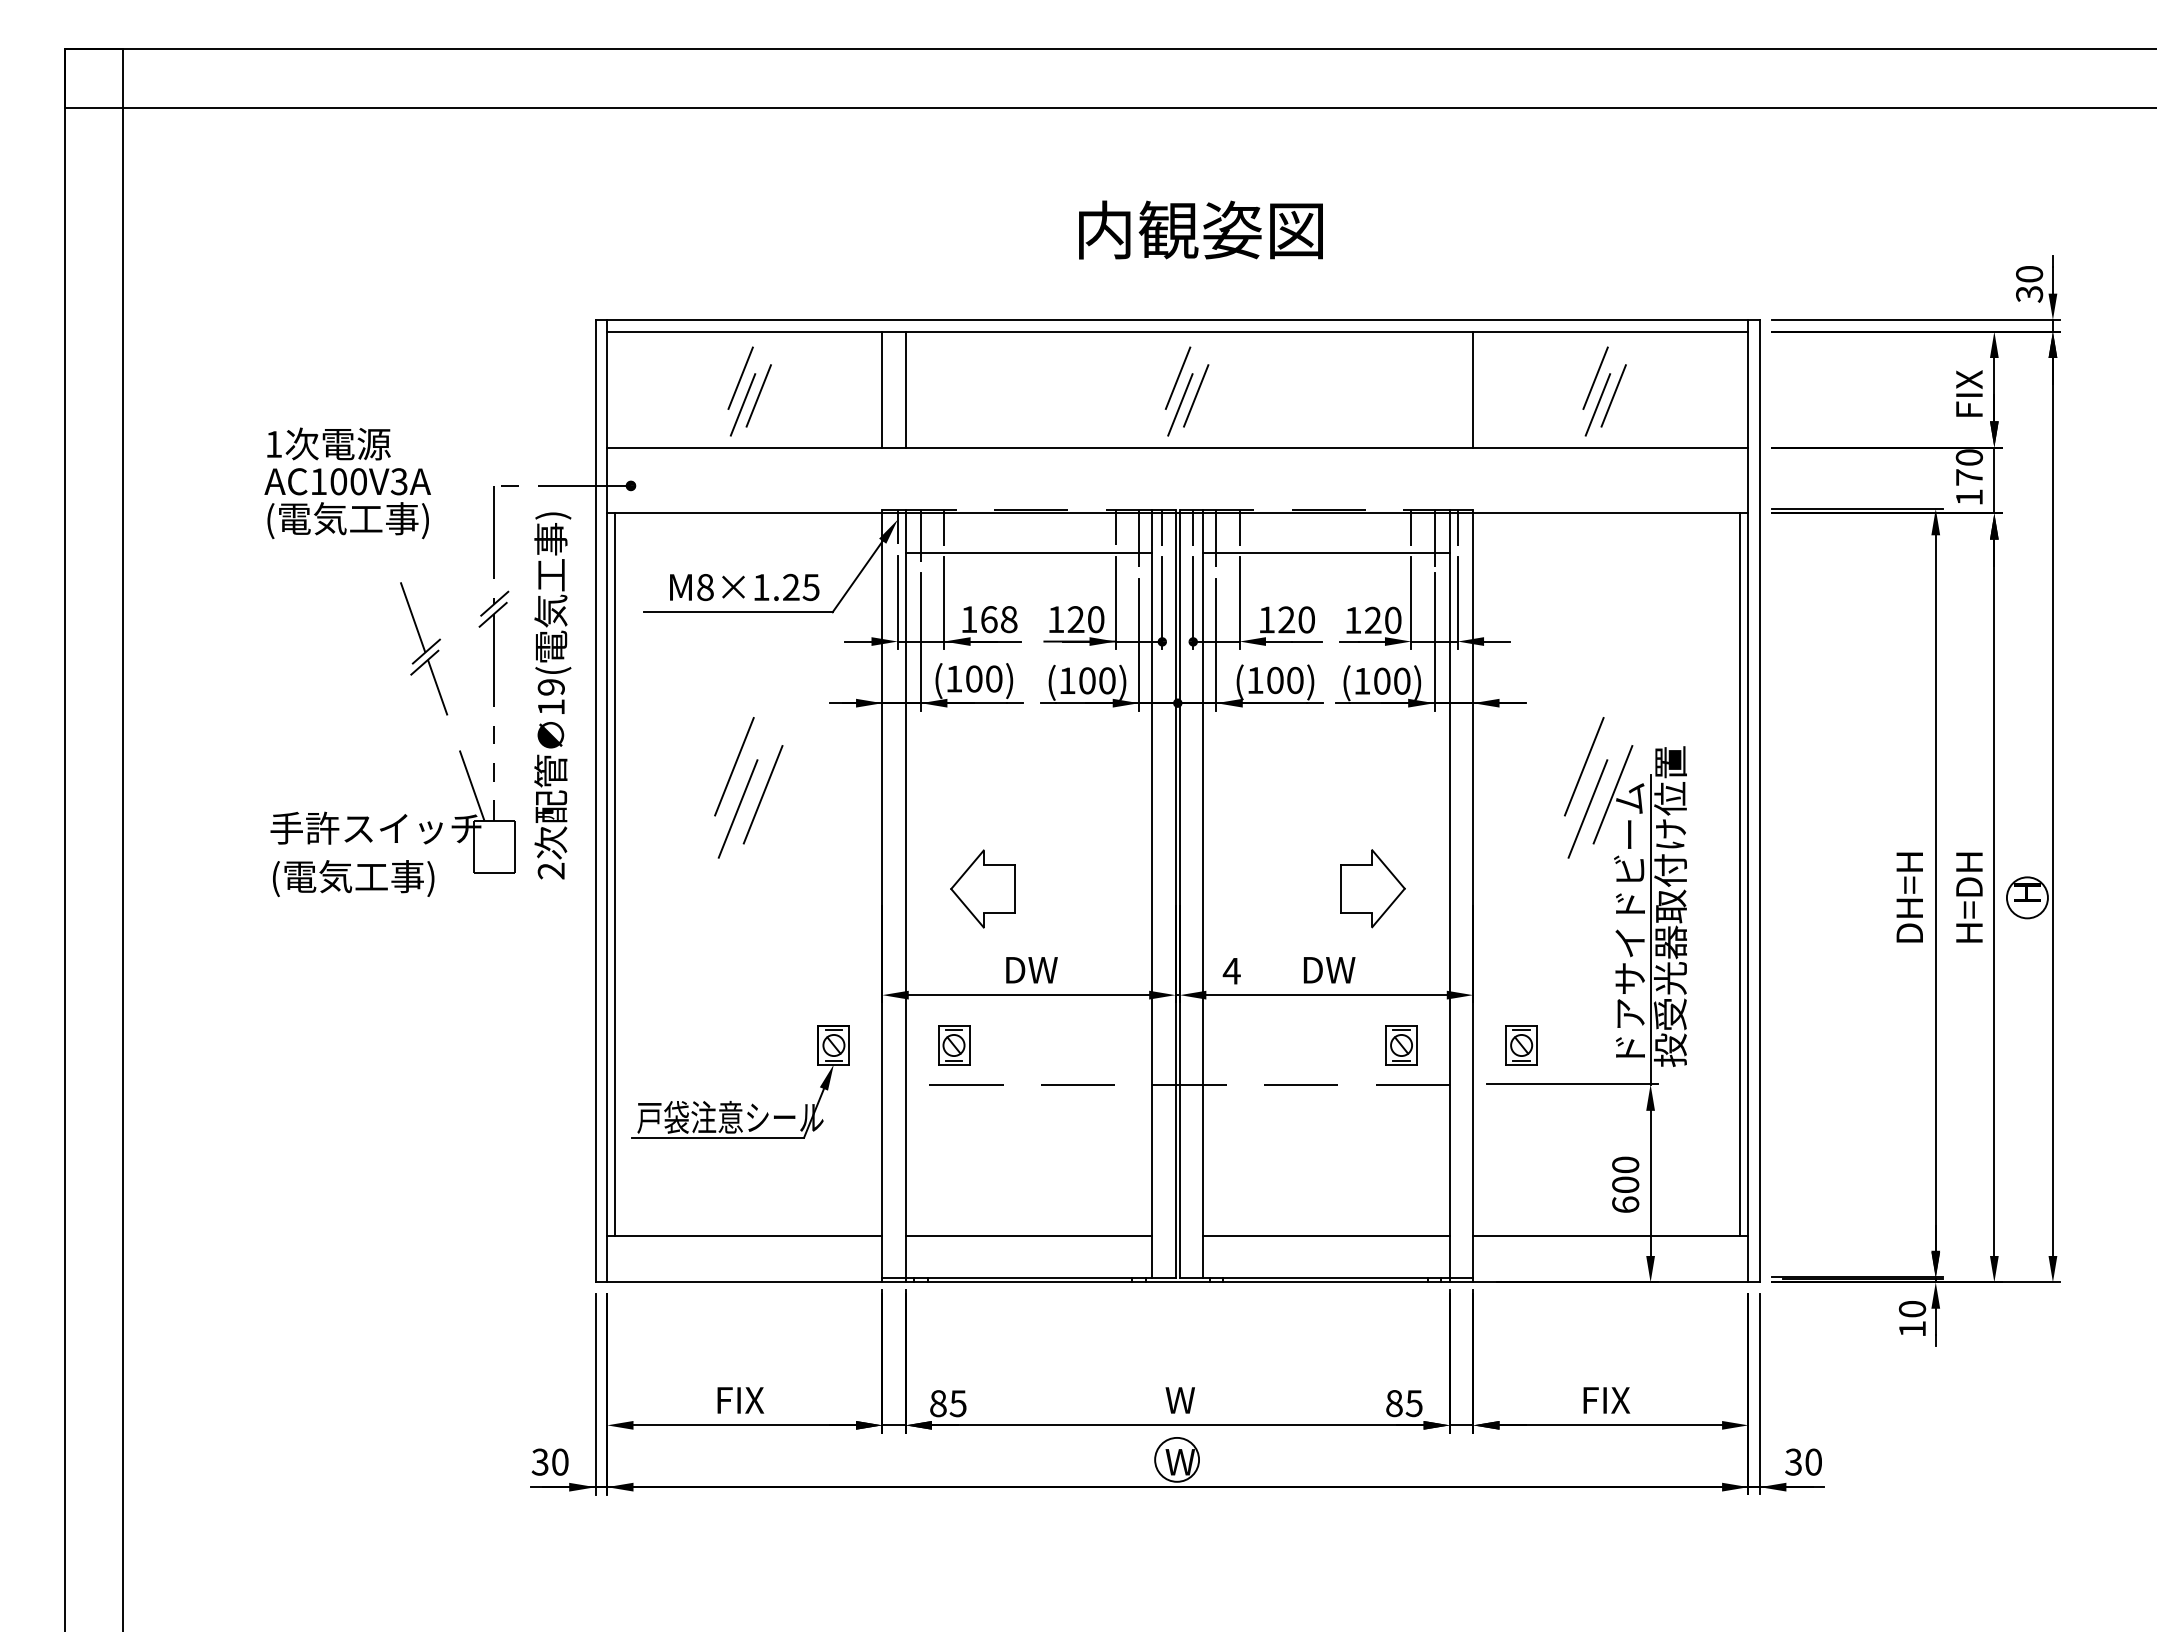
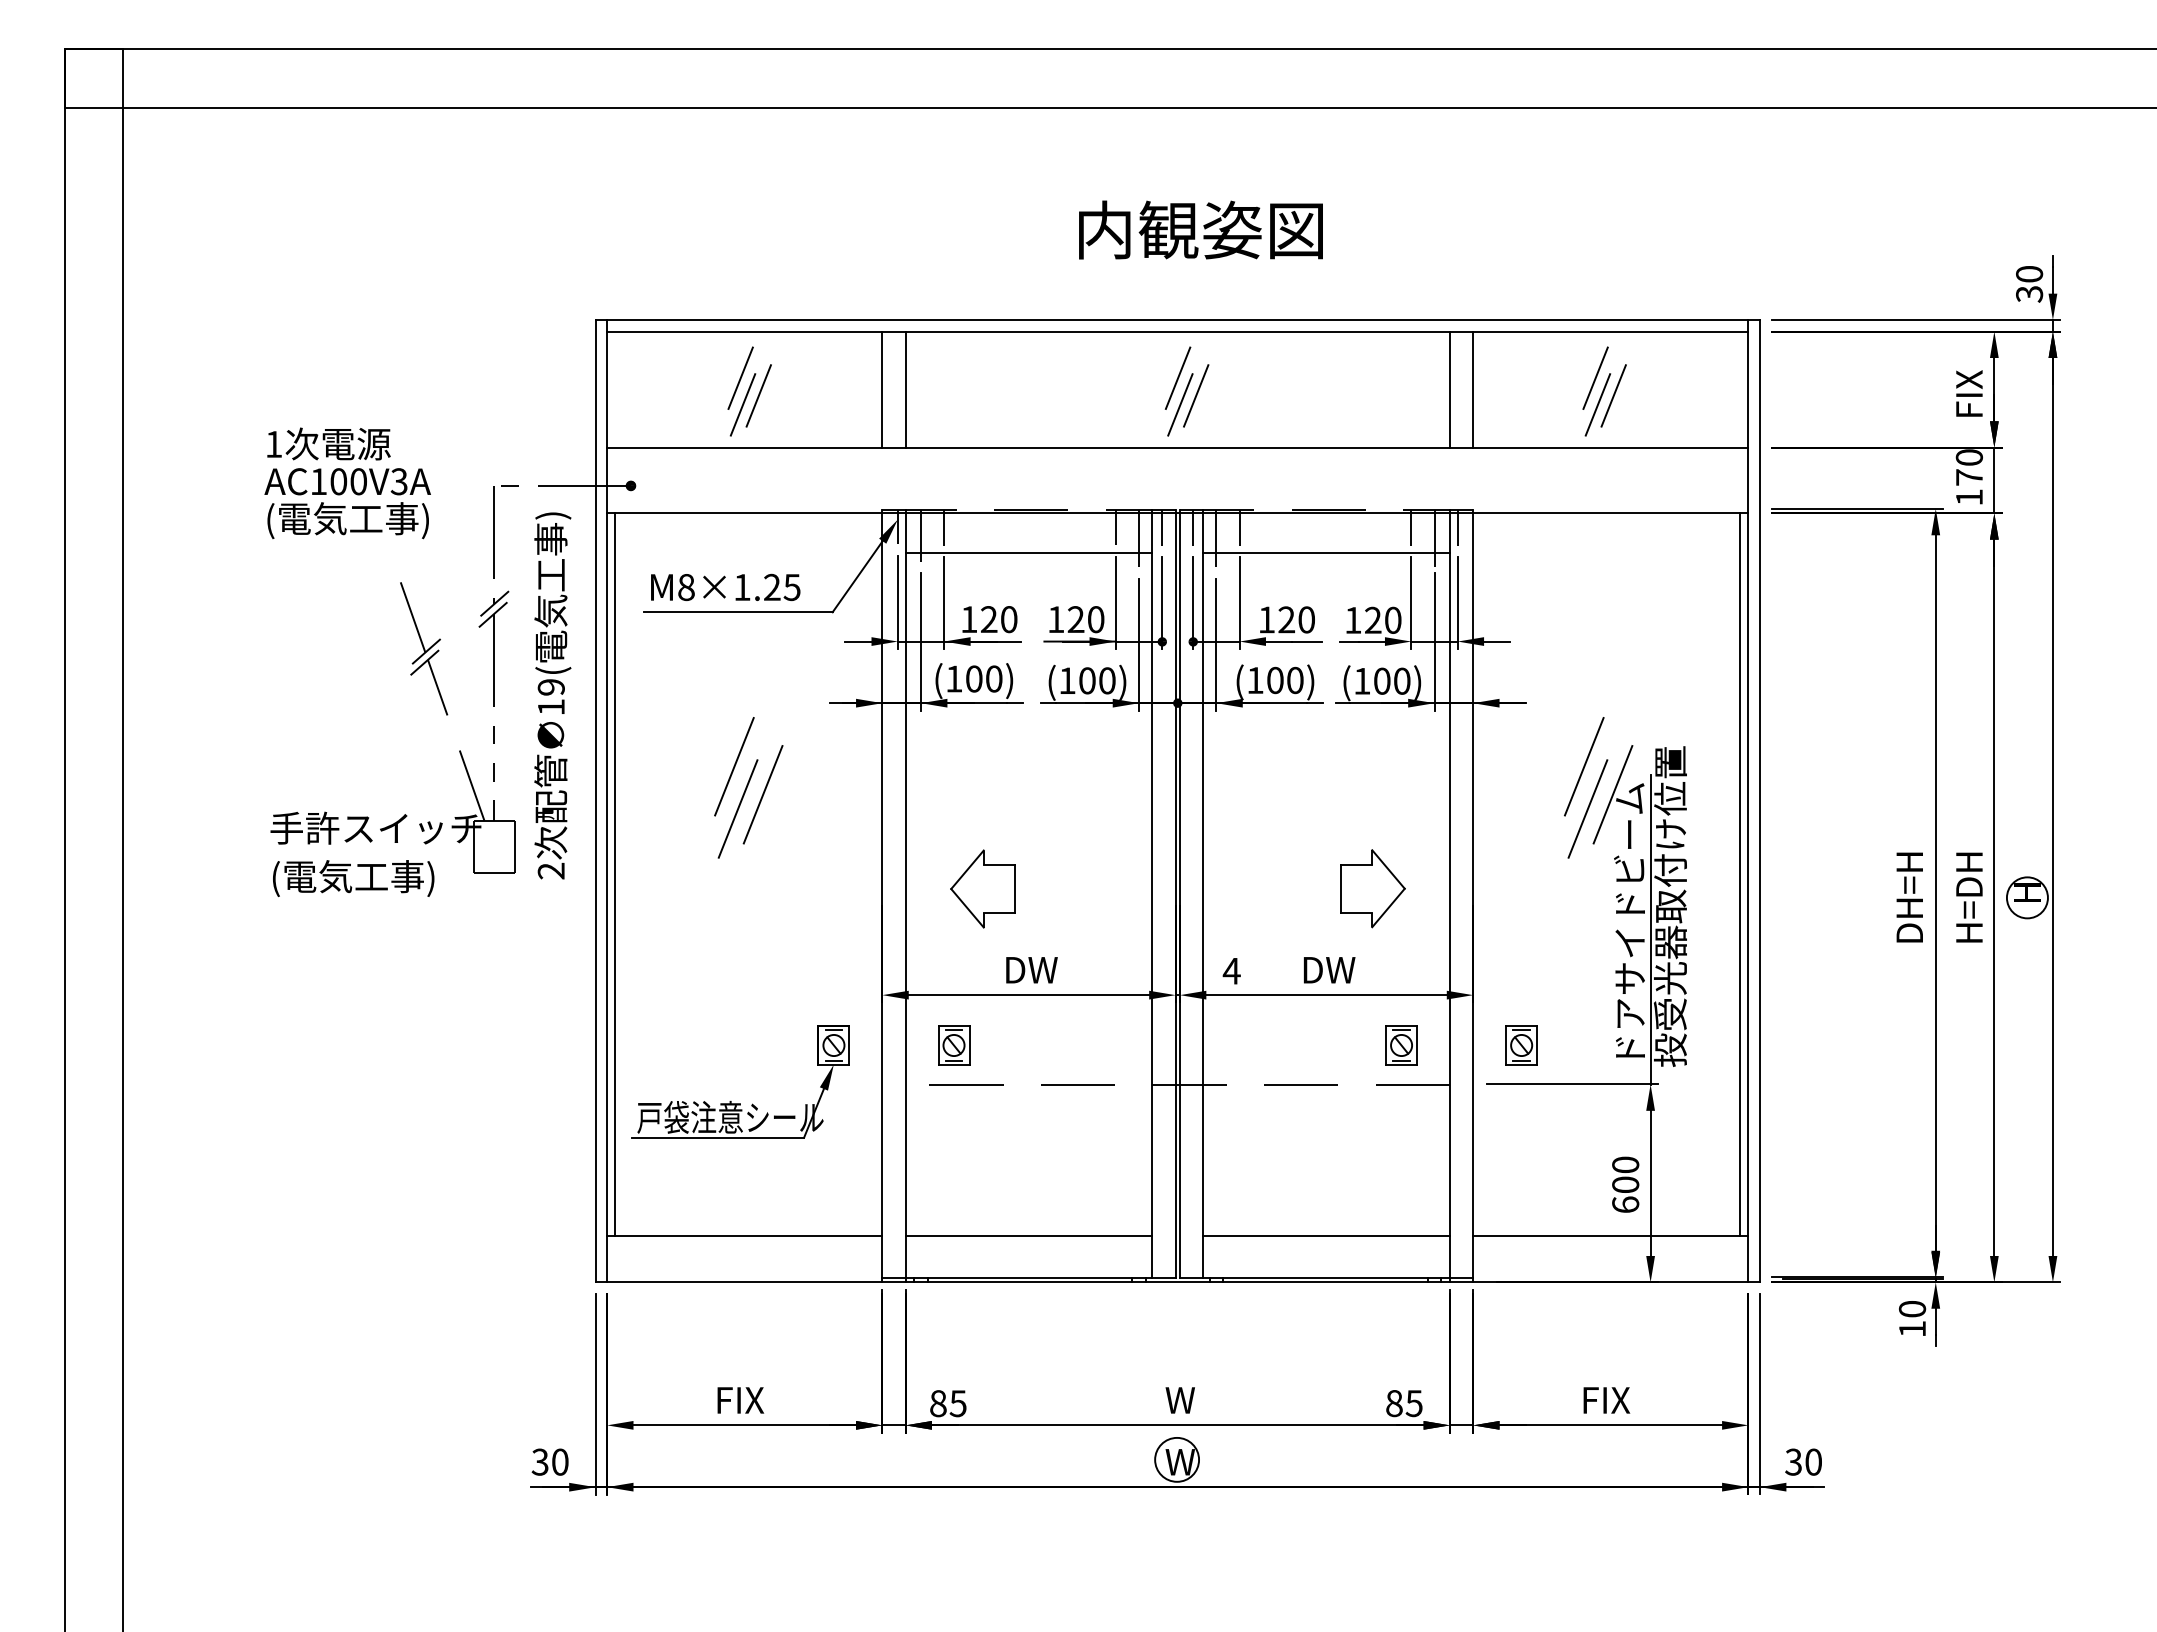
line at (1449, 389): none -> present
text at (744, 586) position: (744, 586) -> (725, 586)
text at (999, 619): 168 -> 120
